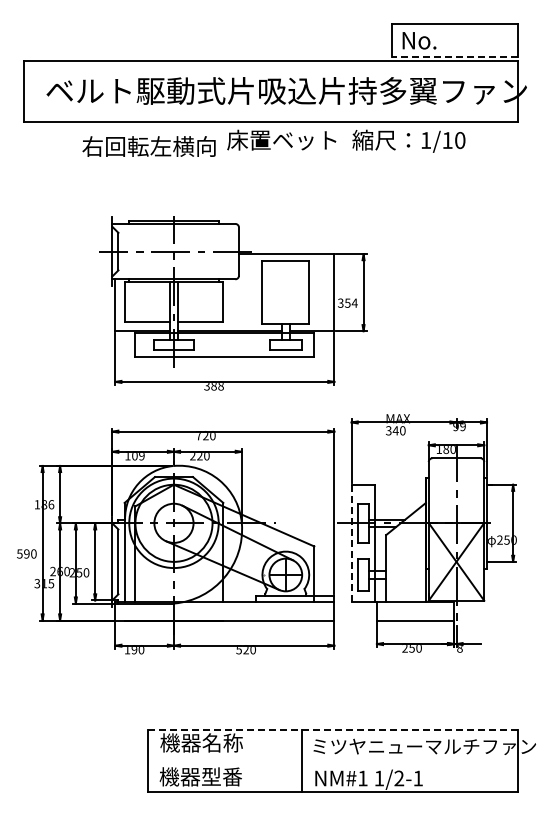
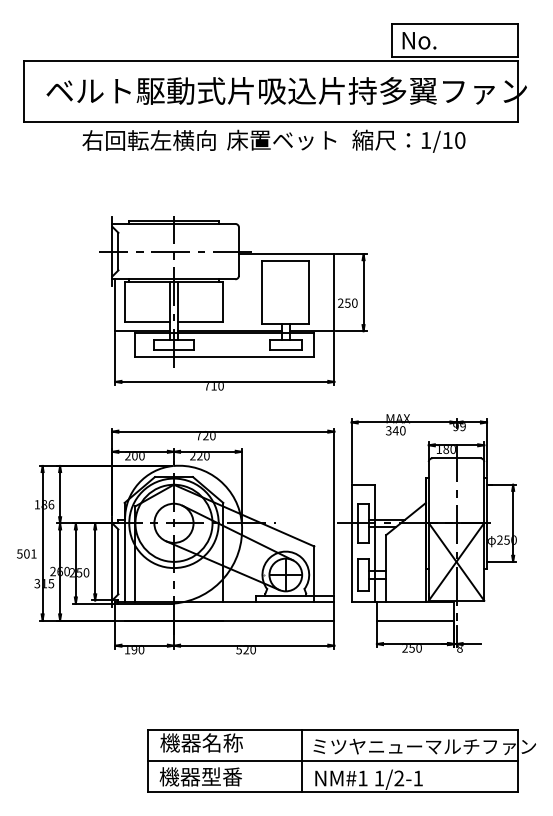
line at (454, 56): dashed -> solid
text at (148, 146) position: (148, 146) -> (148, 140)
text at (347, 302): 354 -> 250
text at (213, 386): 388 -> 710
text at (134, 456): 109 -> 200
line at (351, 543): dashed -> solid
text at (30, 553): 590 -> 501
line at (333, 729): dashed -> solid
line at (332, 760): none -> present
